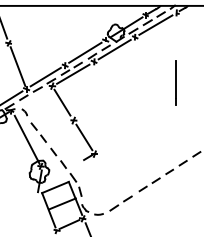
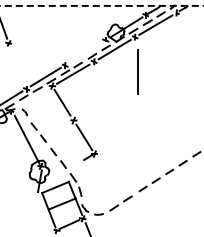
line at (102, 5): solid -> dashed
line at (85, 52): present -> none
line at (17, 66): present -> none
line at (175, 82) position: (175, 82) -> (137, 71)
